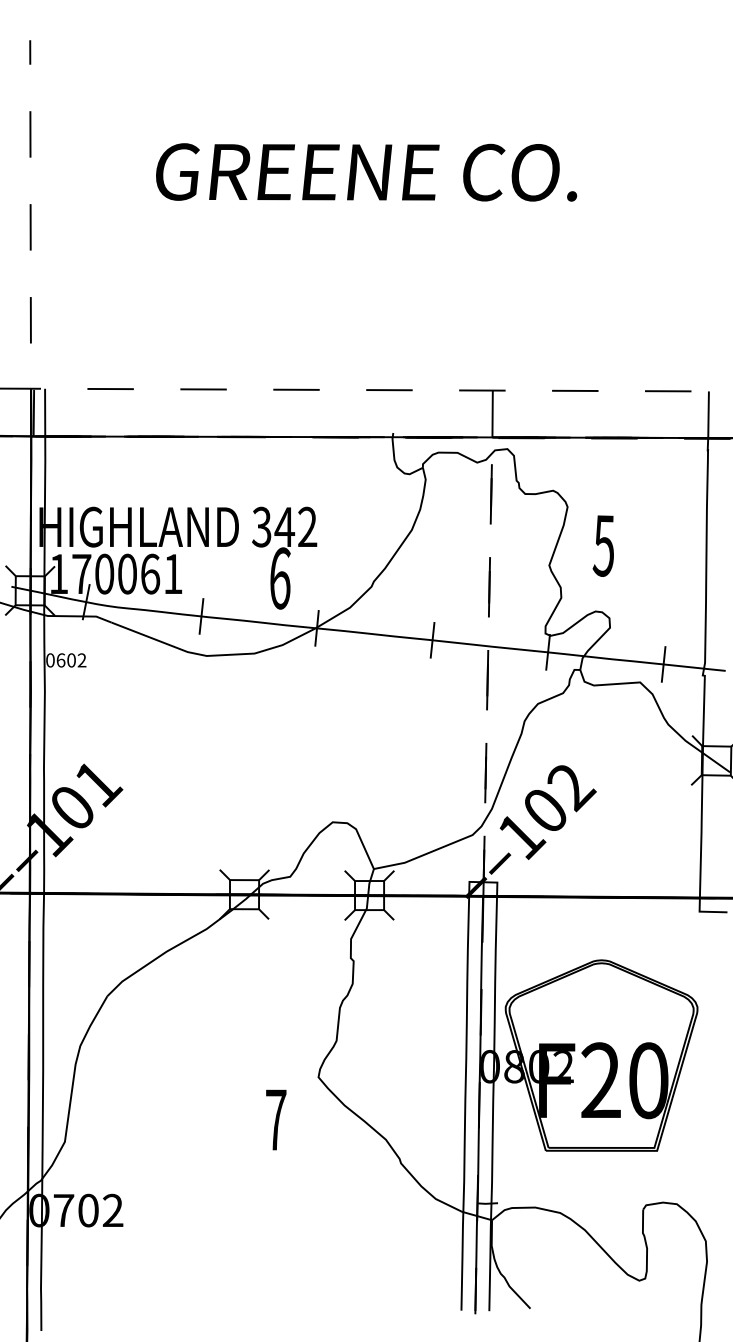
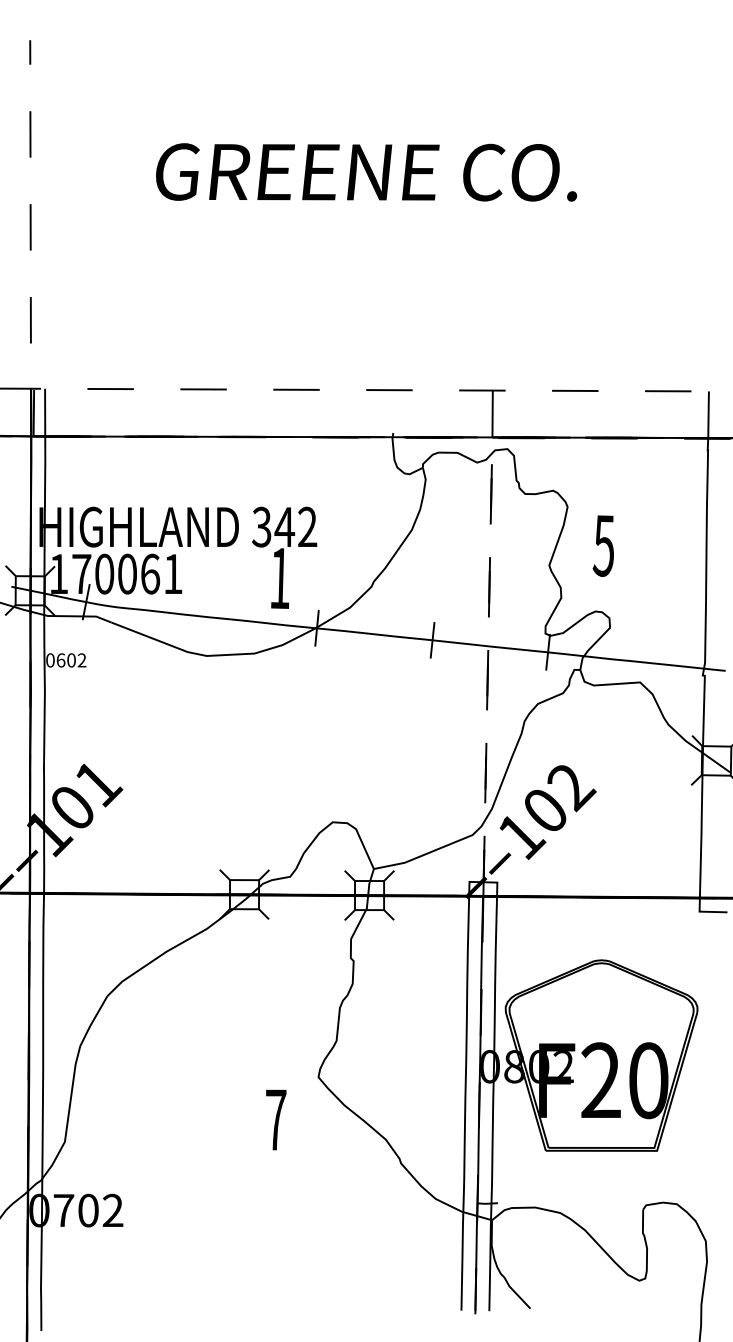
text at (280, 578): 6 -> 1
line at (201, 616): present -> none
line at (663, 664): present -> none
